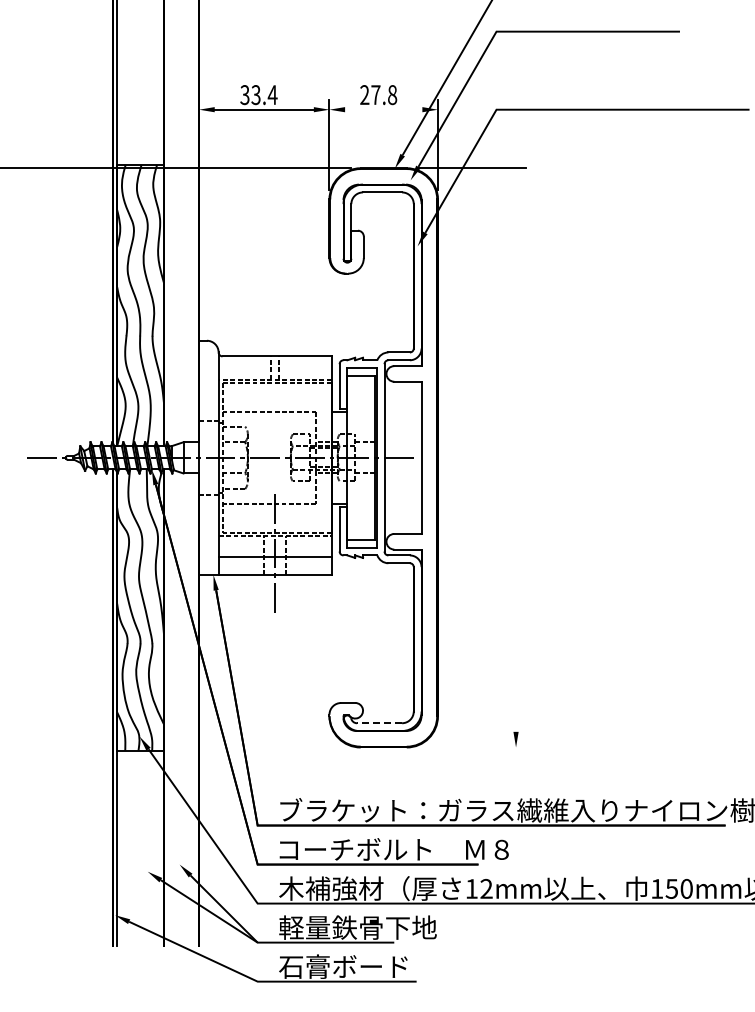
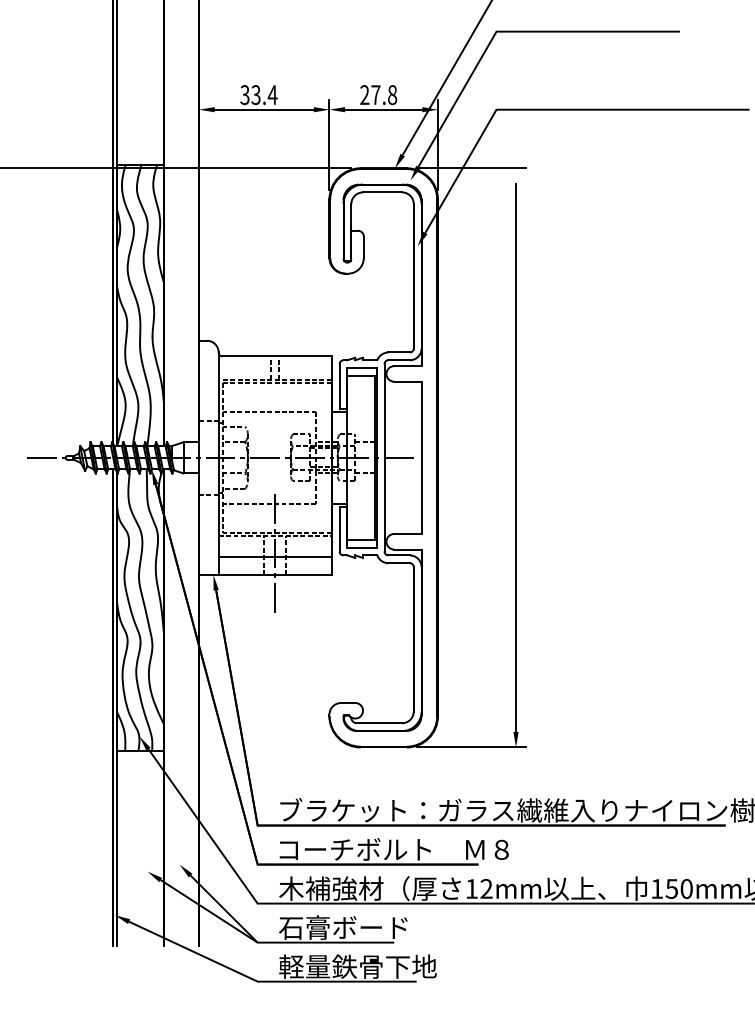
line at (383, 109): none -> present
line at (516, 457): none -> present
line at (379, 723): dashed -> solid
line at (470, 747): none -> present
text at (357, 927): 軽量鉄骨下地 -> 石膏ボード
text at (357, 966): 石膏ボード -> 軽量鉄骨下地
